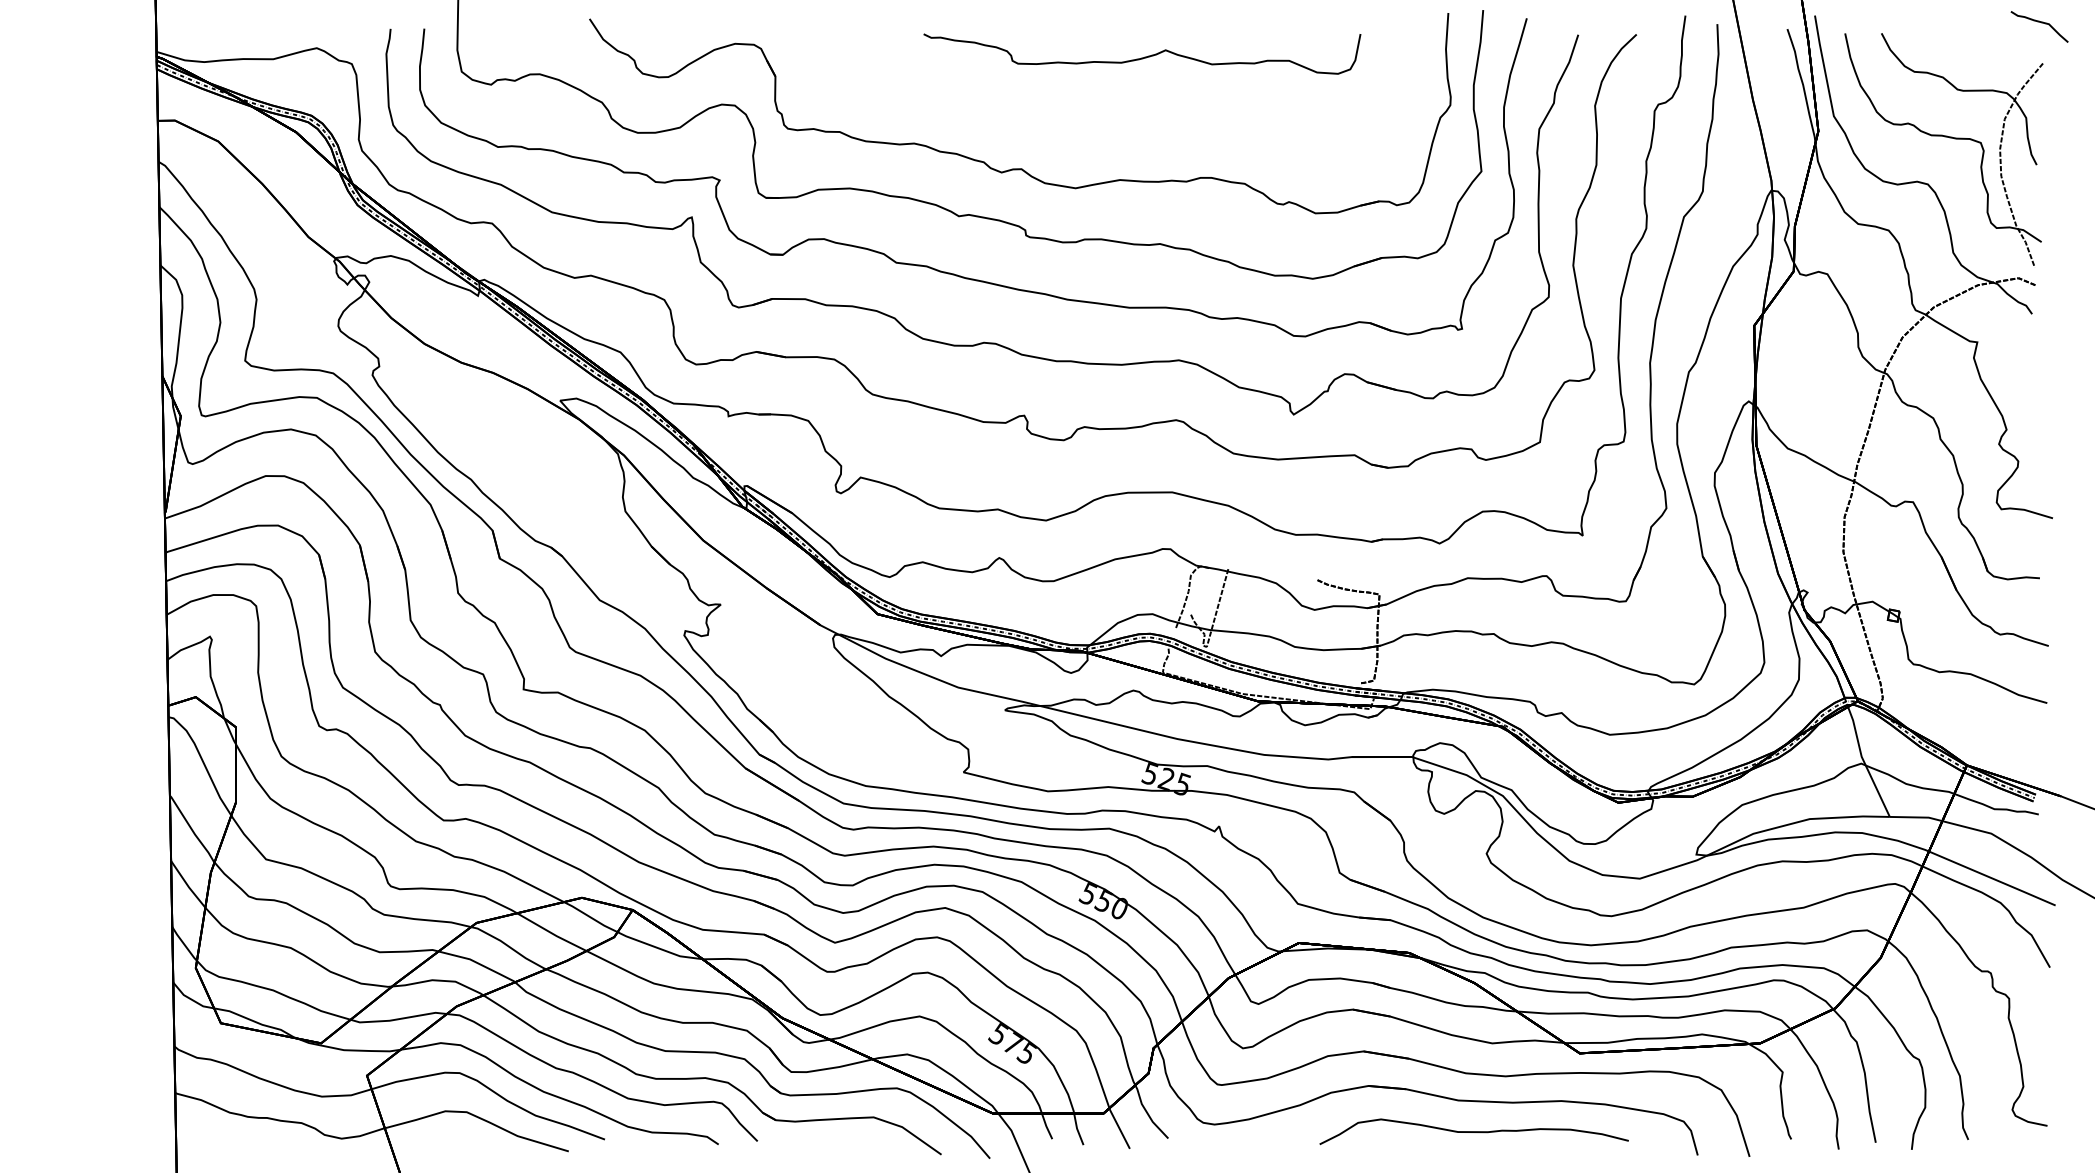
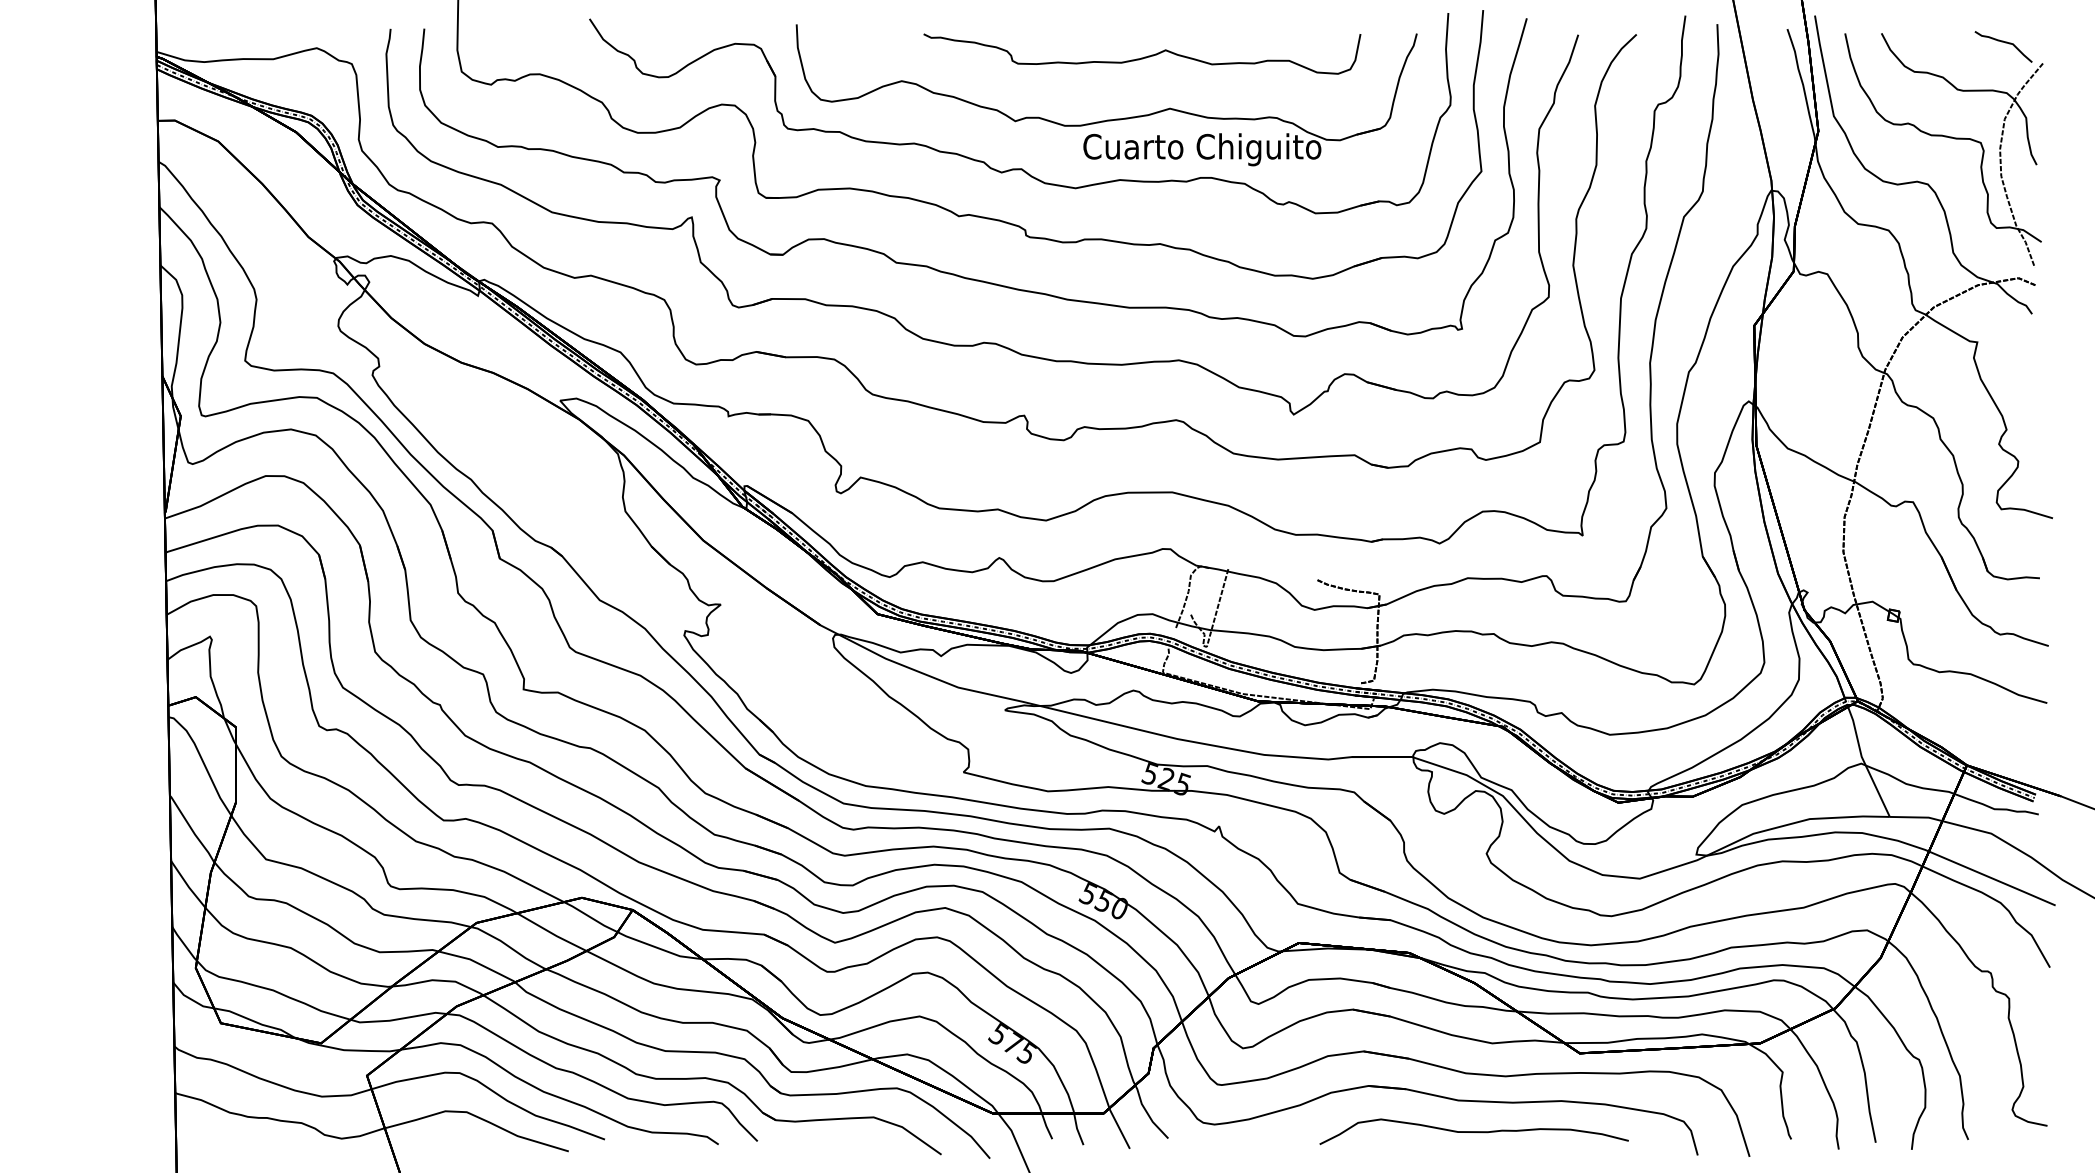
curve at (2041, 23) position: (2041, 23) -> (2005, 43)
part at (1107, 119): none -> present
